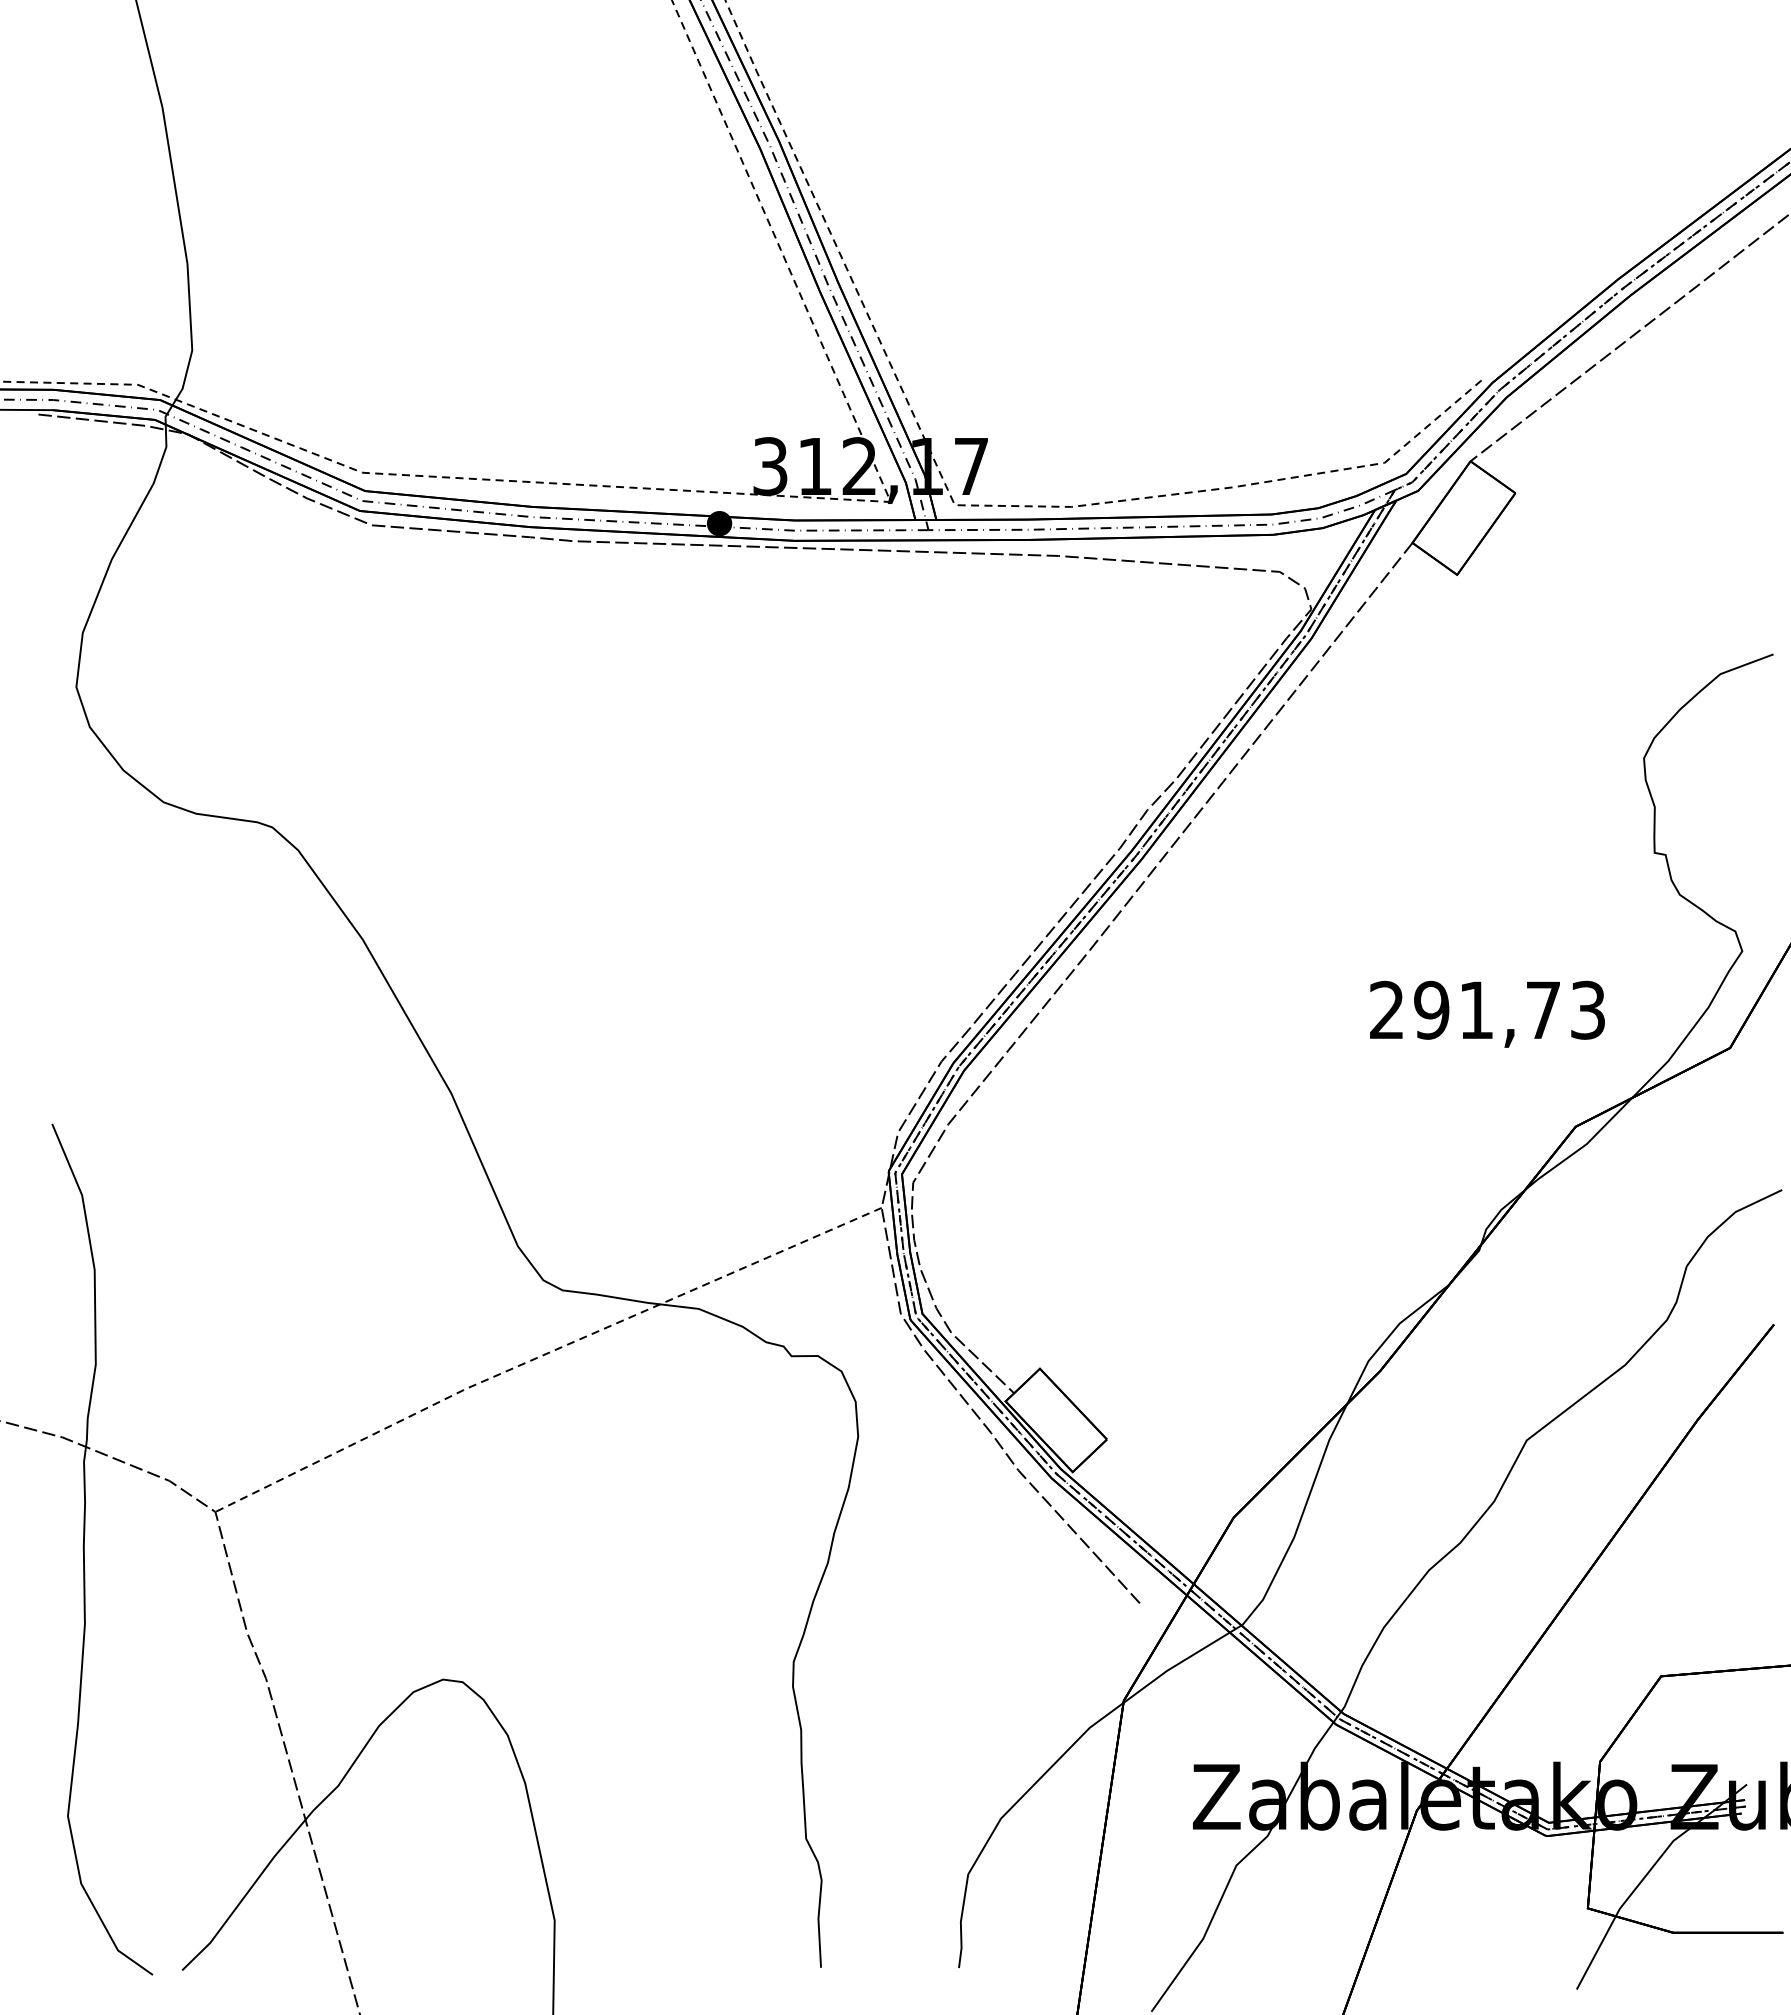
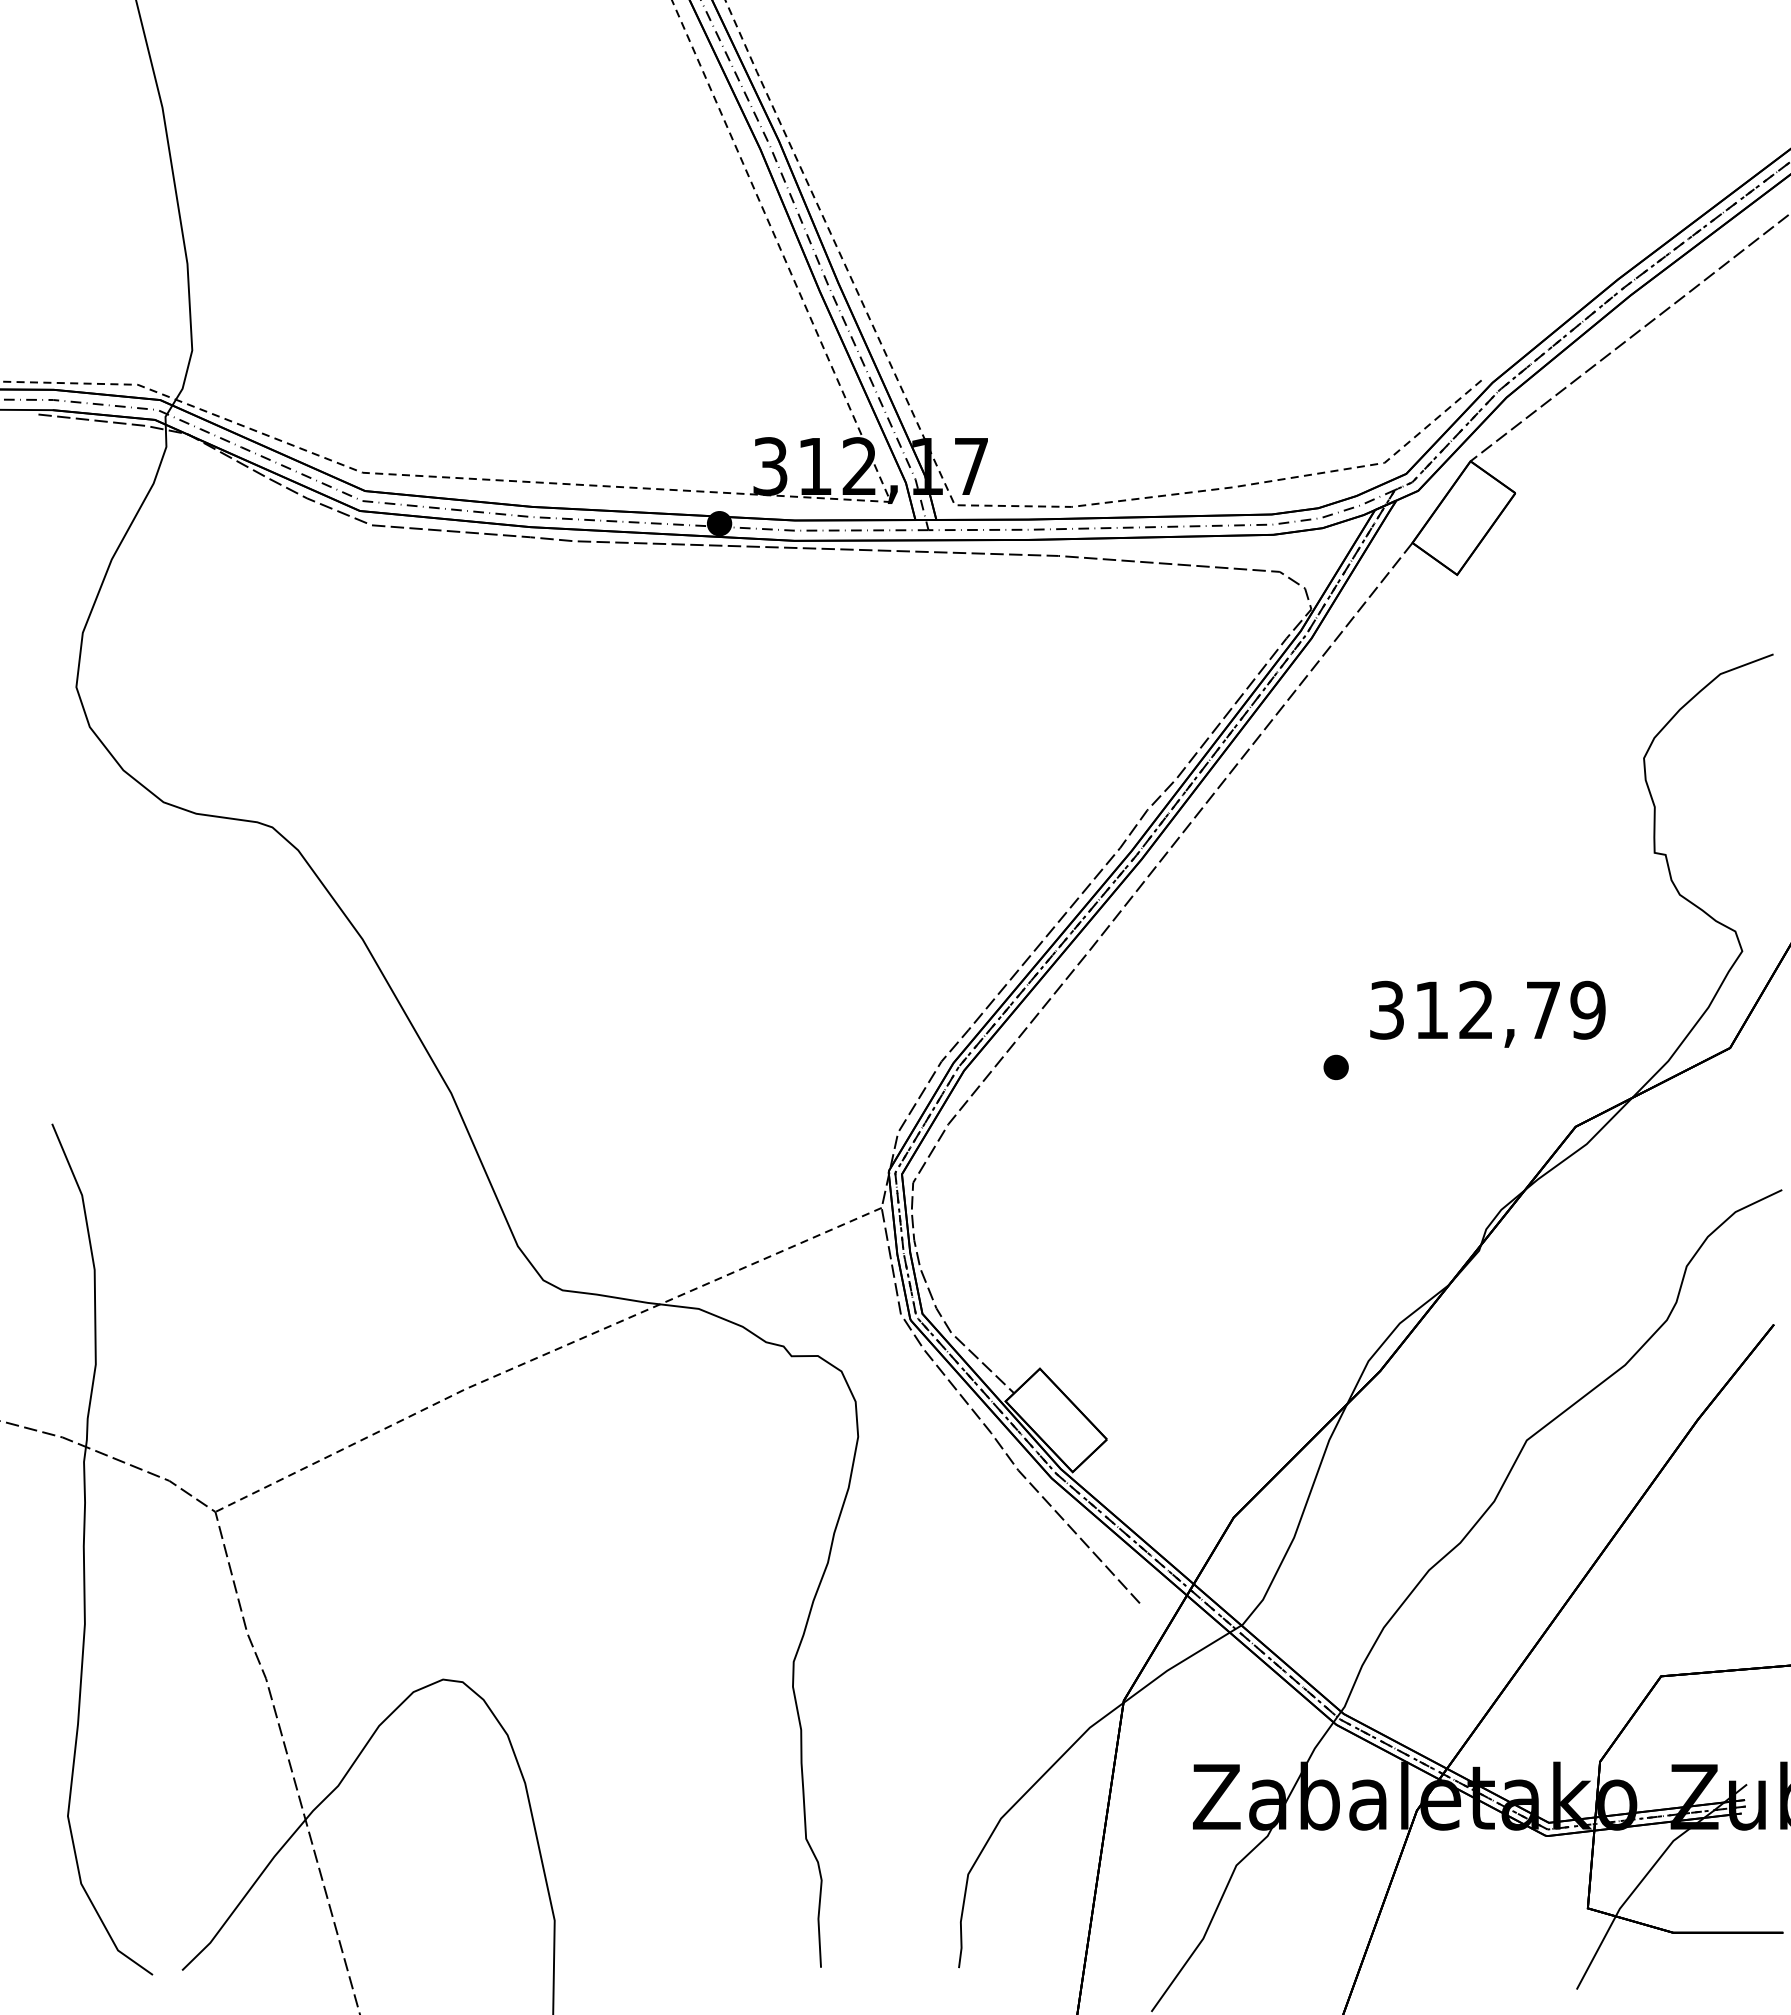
text at (1487, 1009): 291,73 -> 312,79
part at (1335, 1067): none -> present
